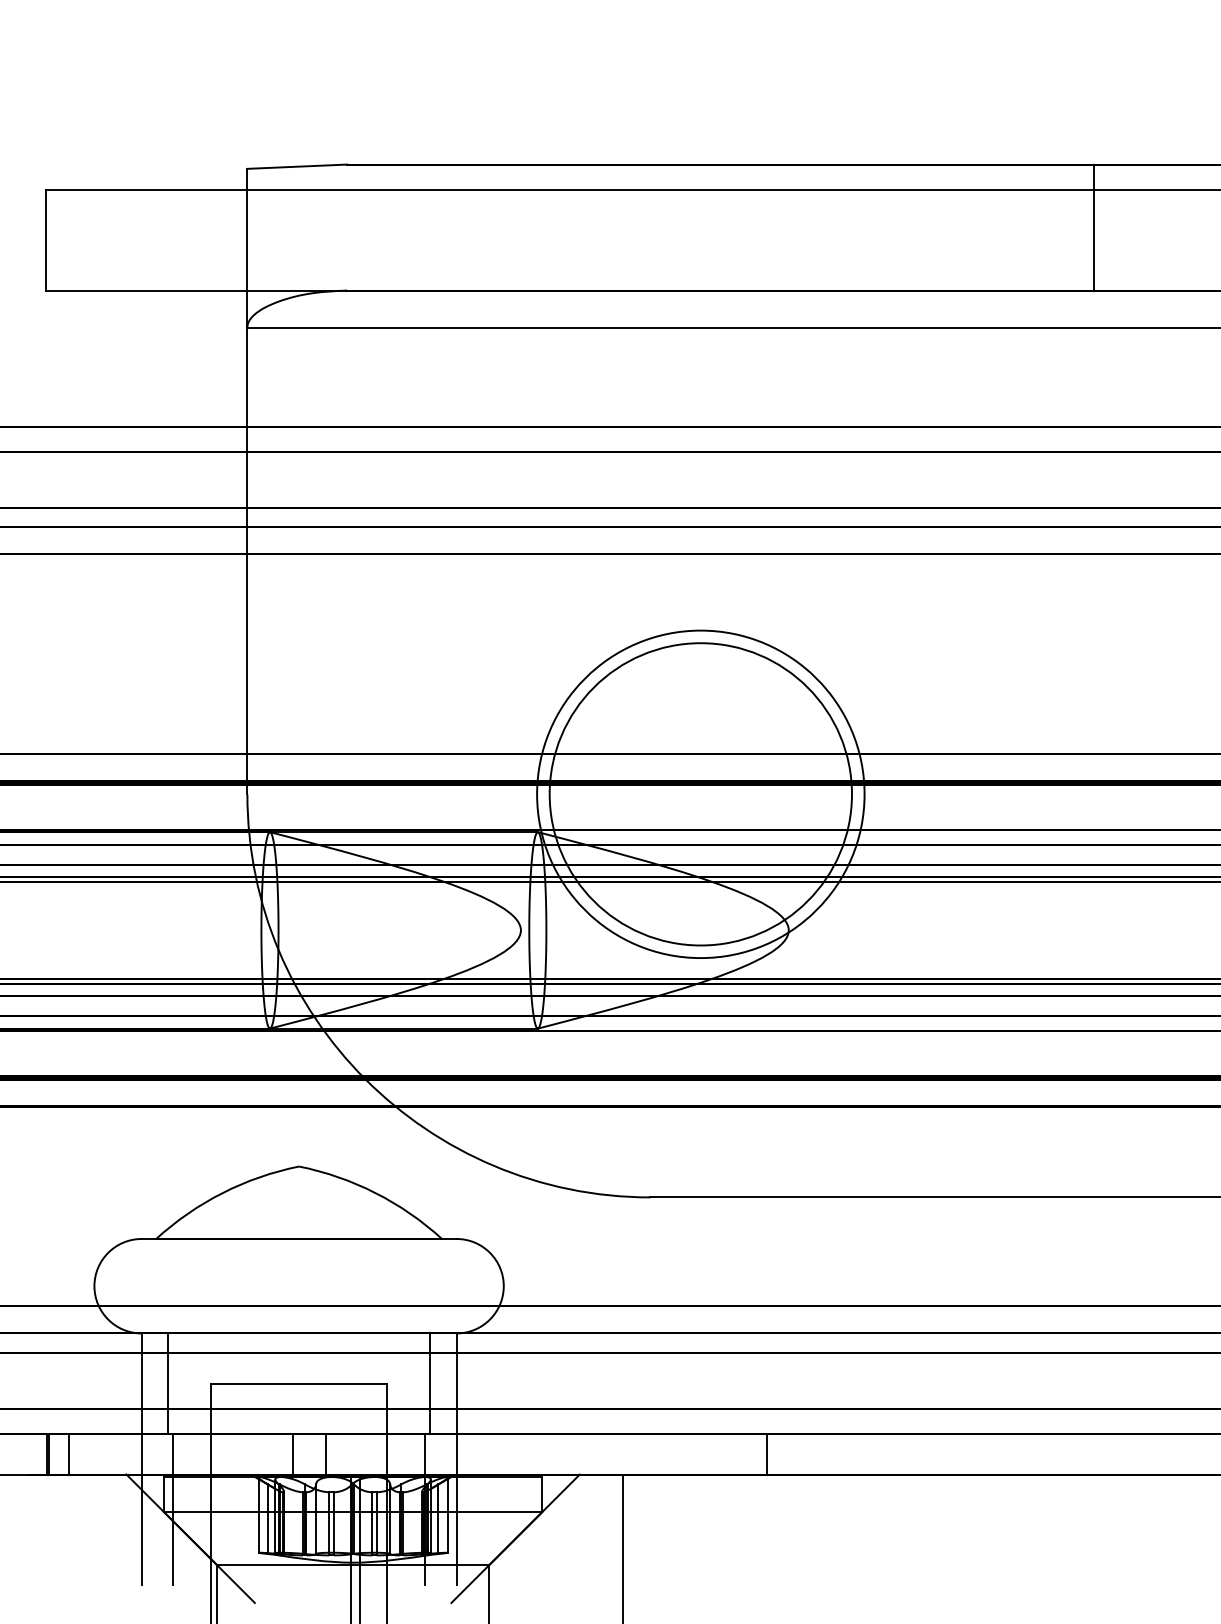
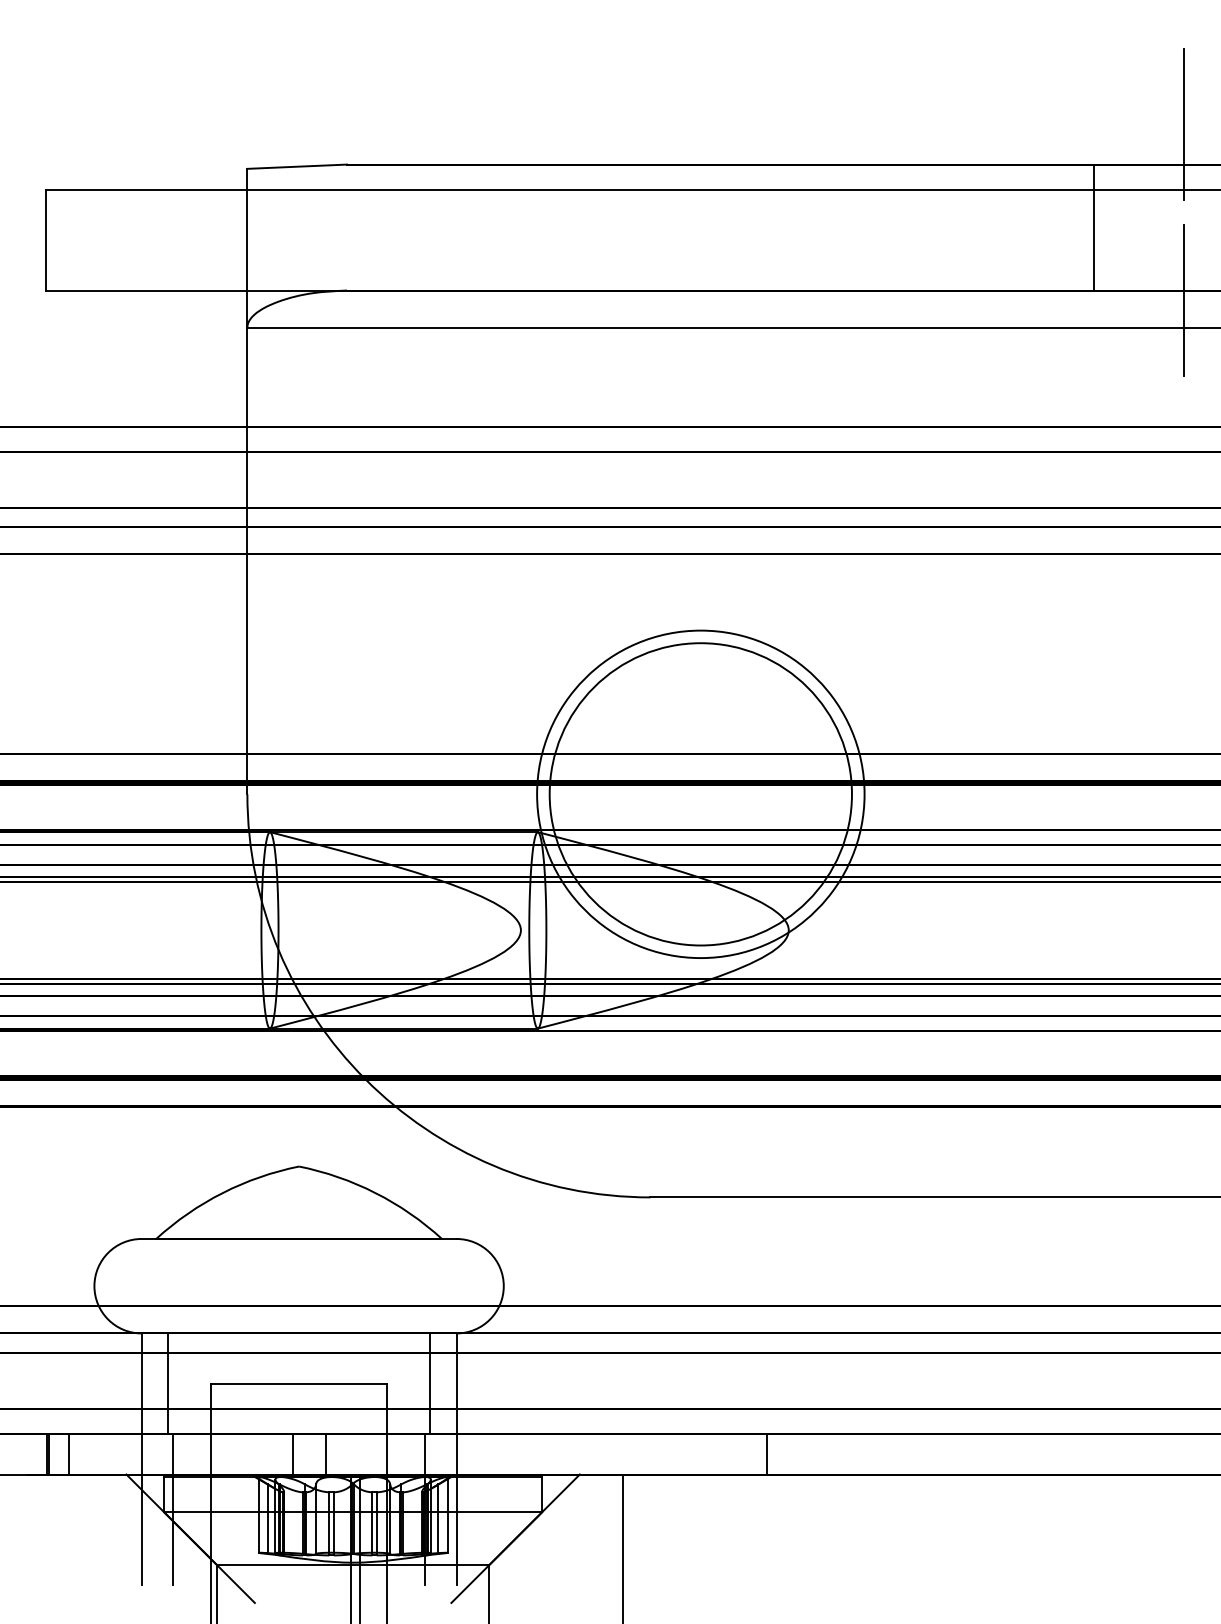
line at (1184, 123): none -> present
line at (1184, 300): none -> present
